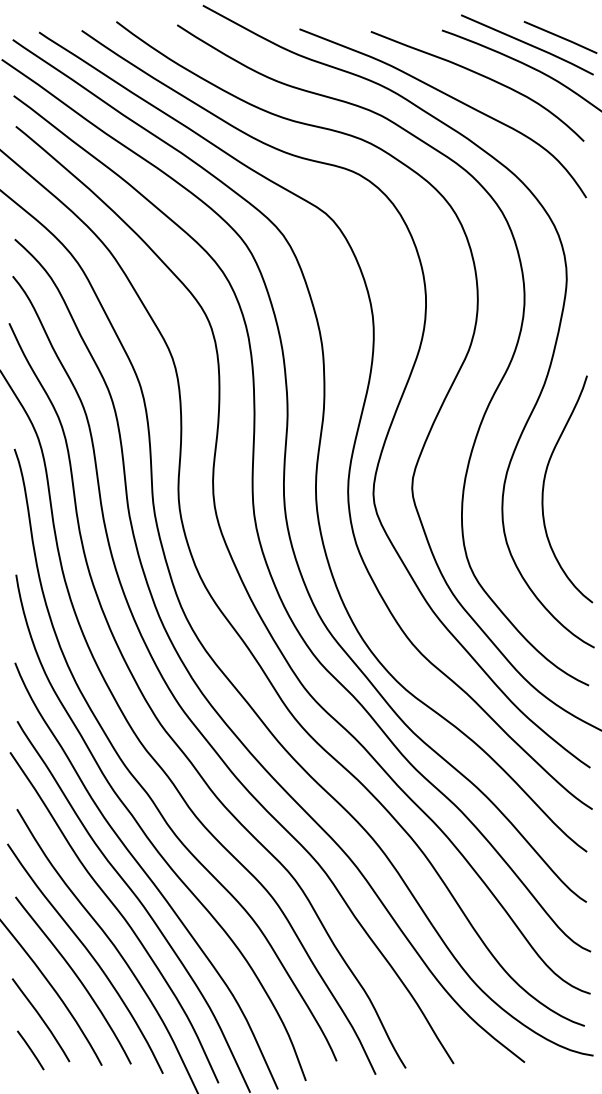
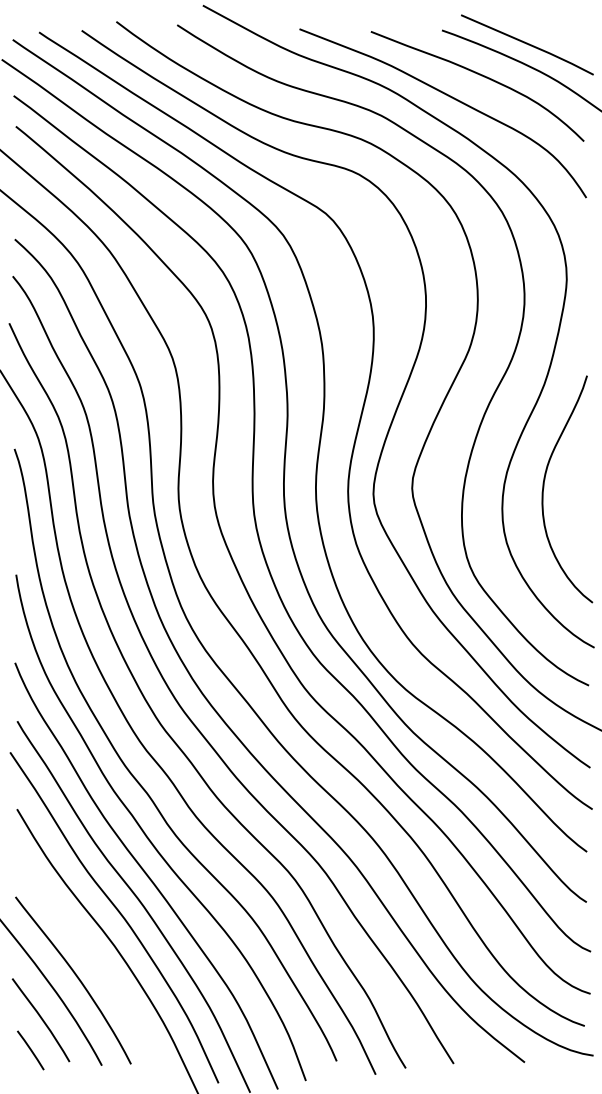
line at (560, 37): present -> none
curve at (89, 954): present -> none
